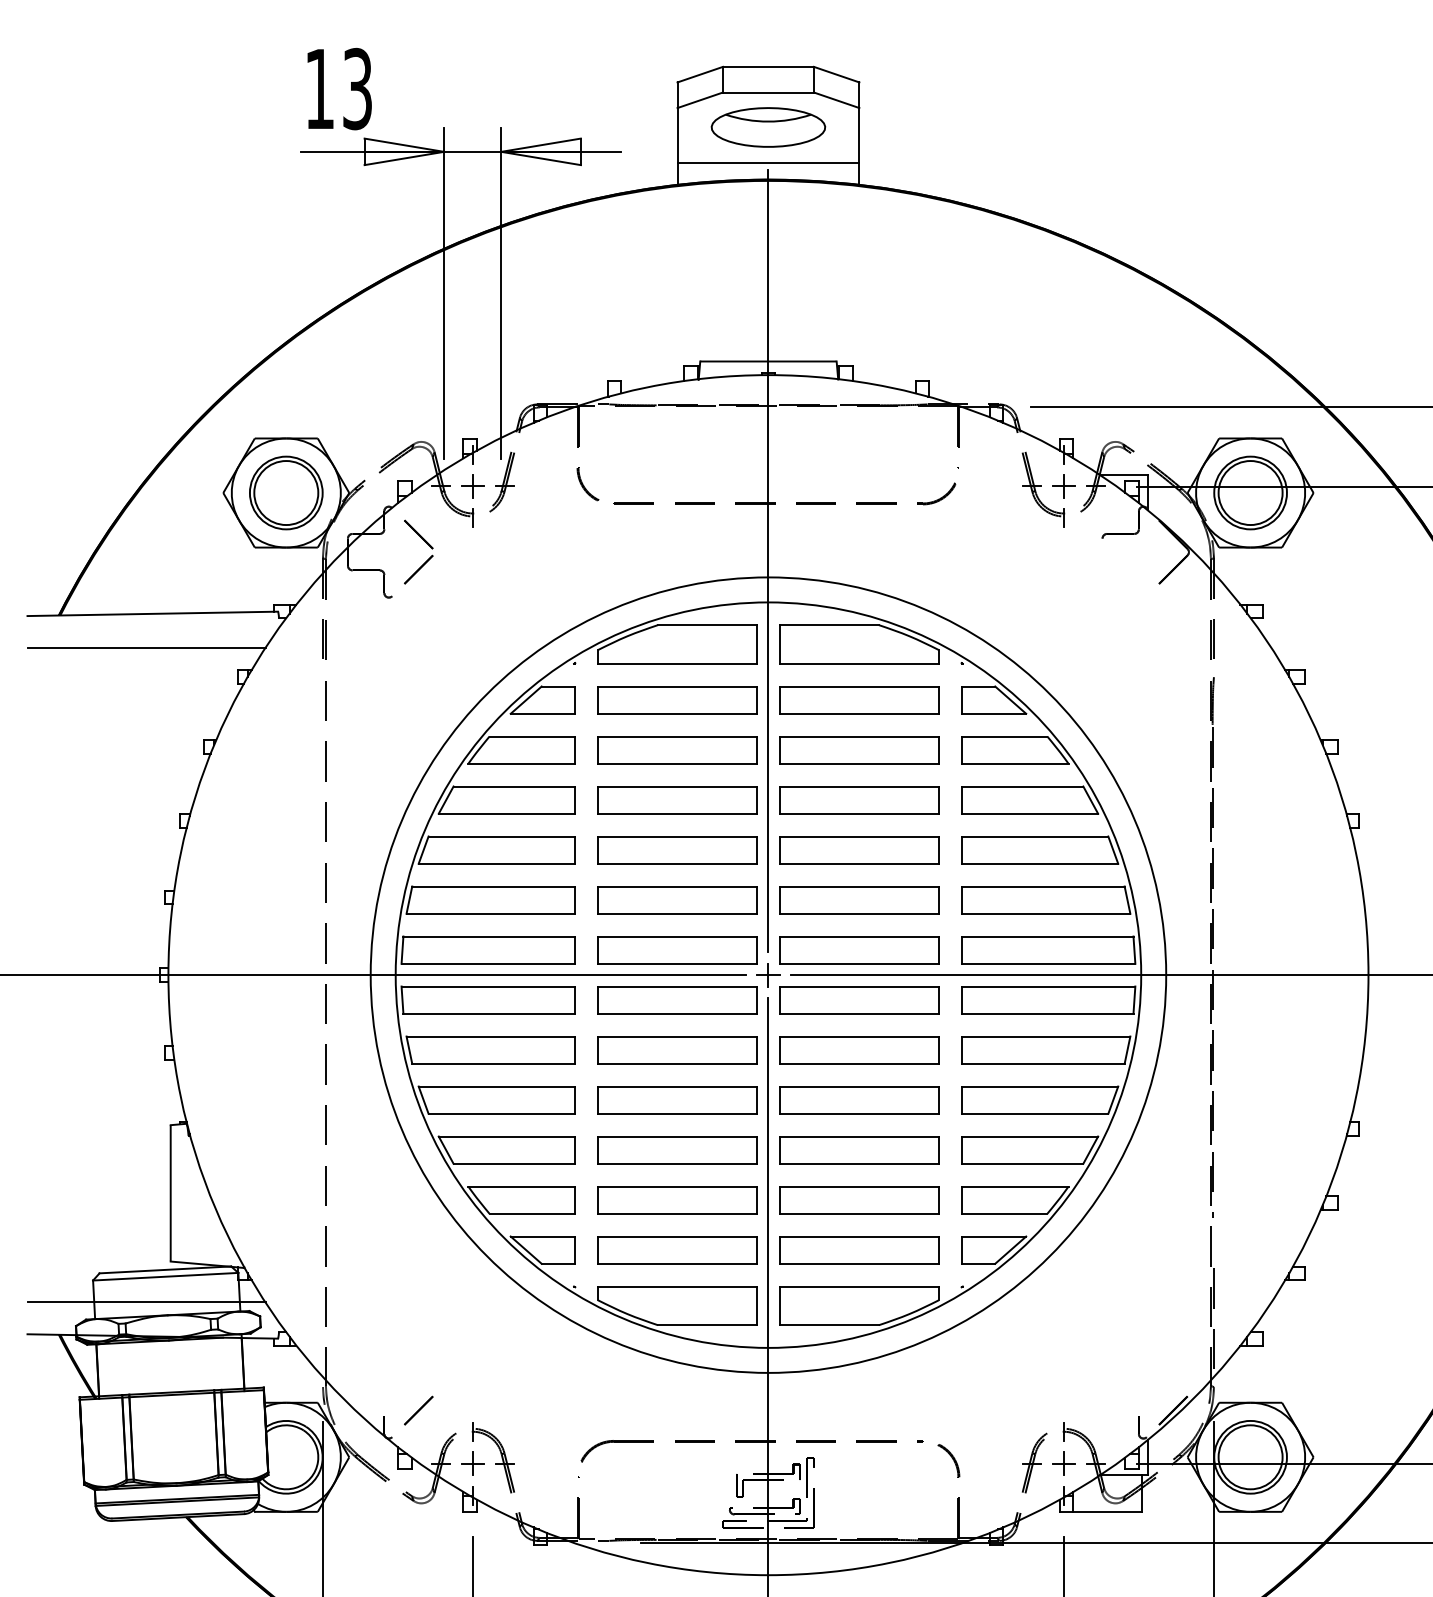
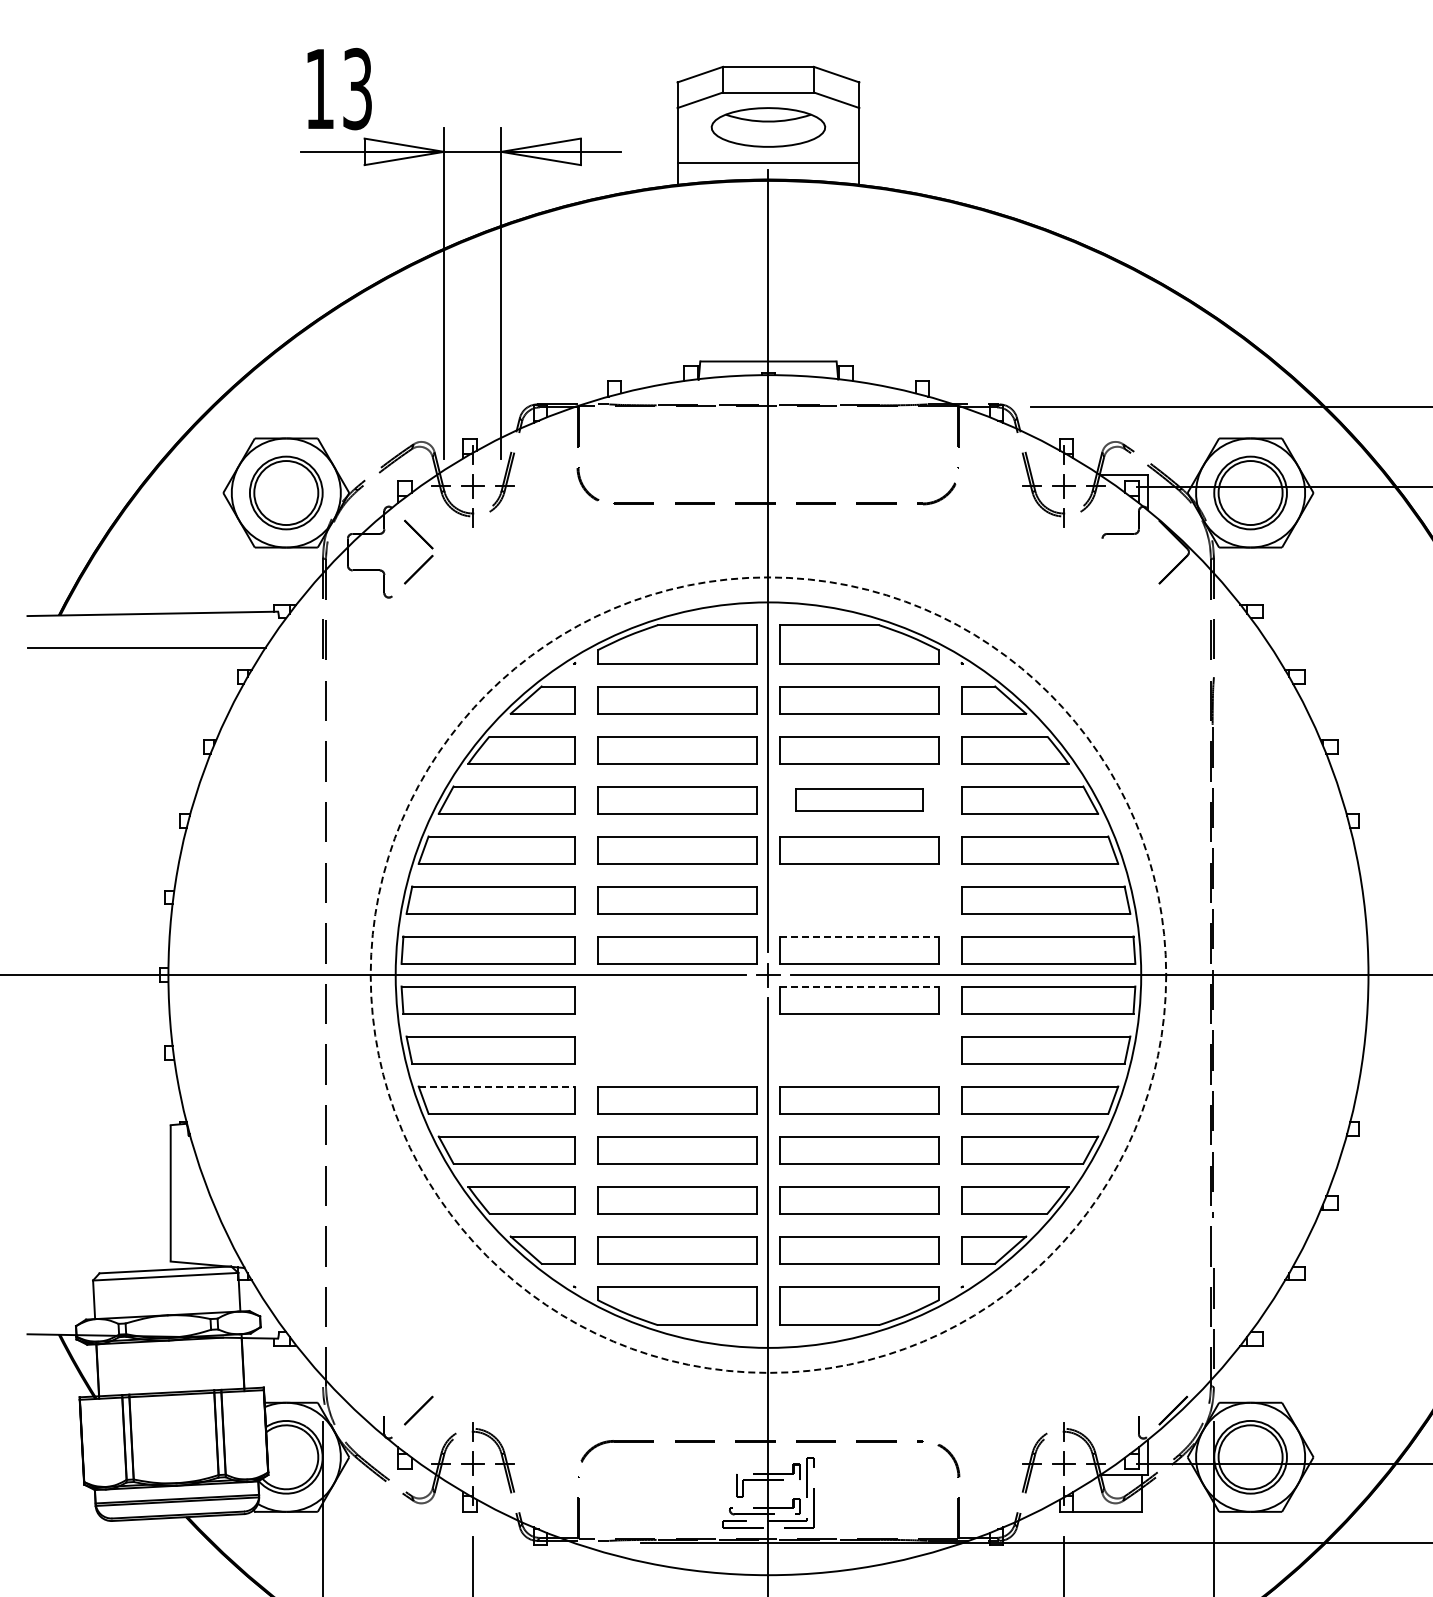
part at (859, 800) size: 161x29 px -> 129x24 px
part at (859, 900): present -> none
line at (859, 936): solid -> dashed
circle at (768, 974): solid -> dashed
line at (859, 986): solid -> dashed
part at (677, 1000): present -> none
part at (677, 1050): present -> none
part at (859, 1050): present -> none
line at (497, 1086): solid -> dashed
line at (146, 1302): present -> none
